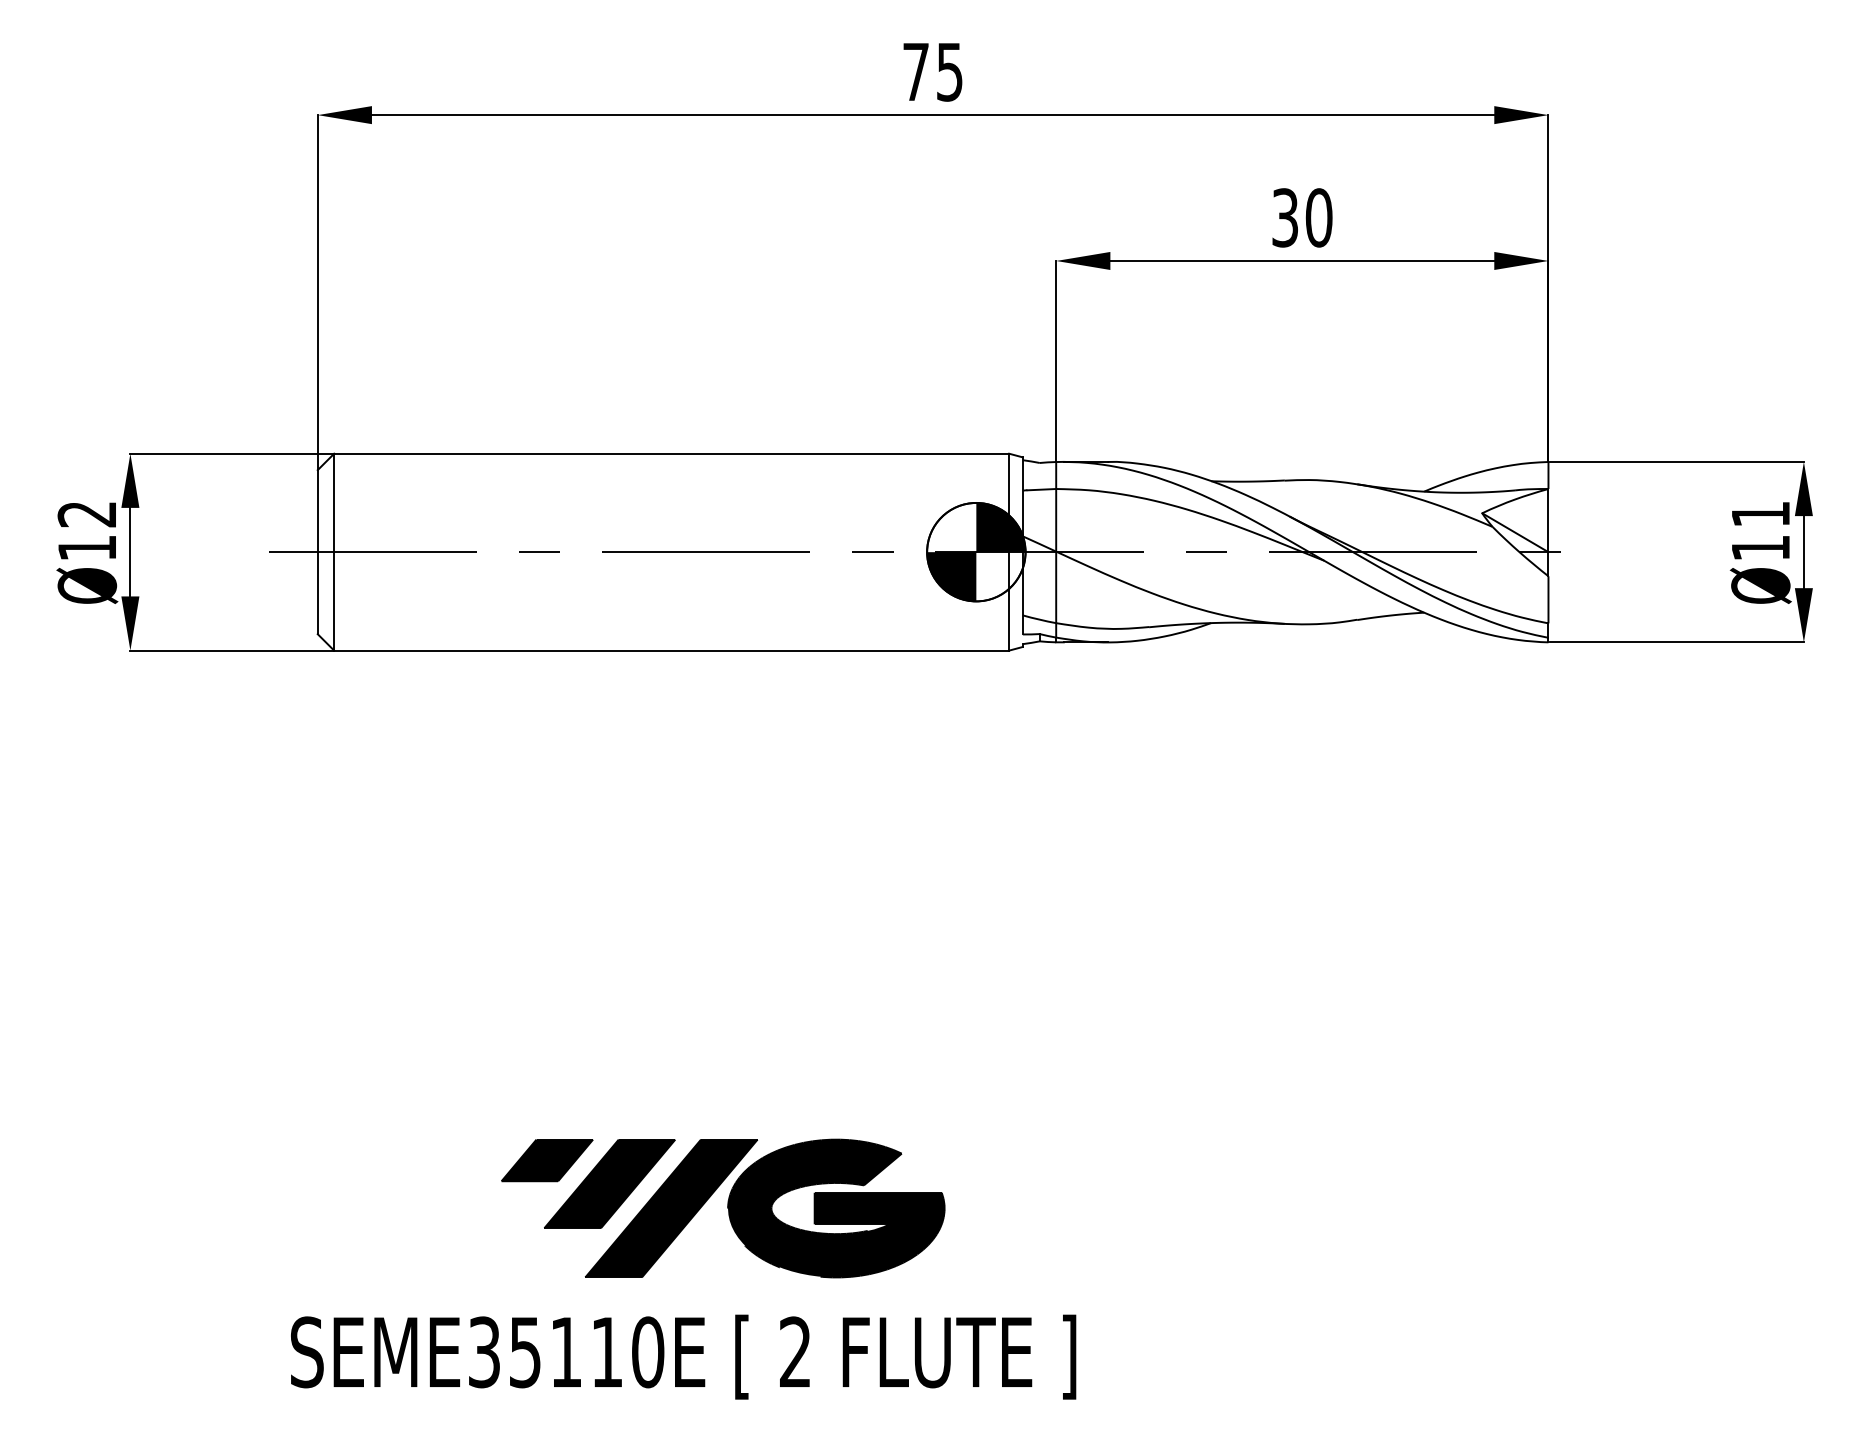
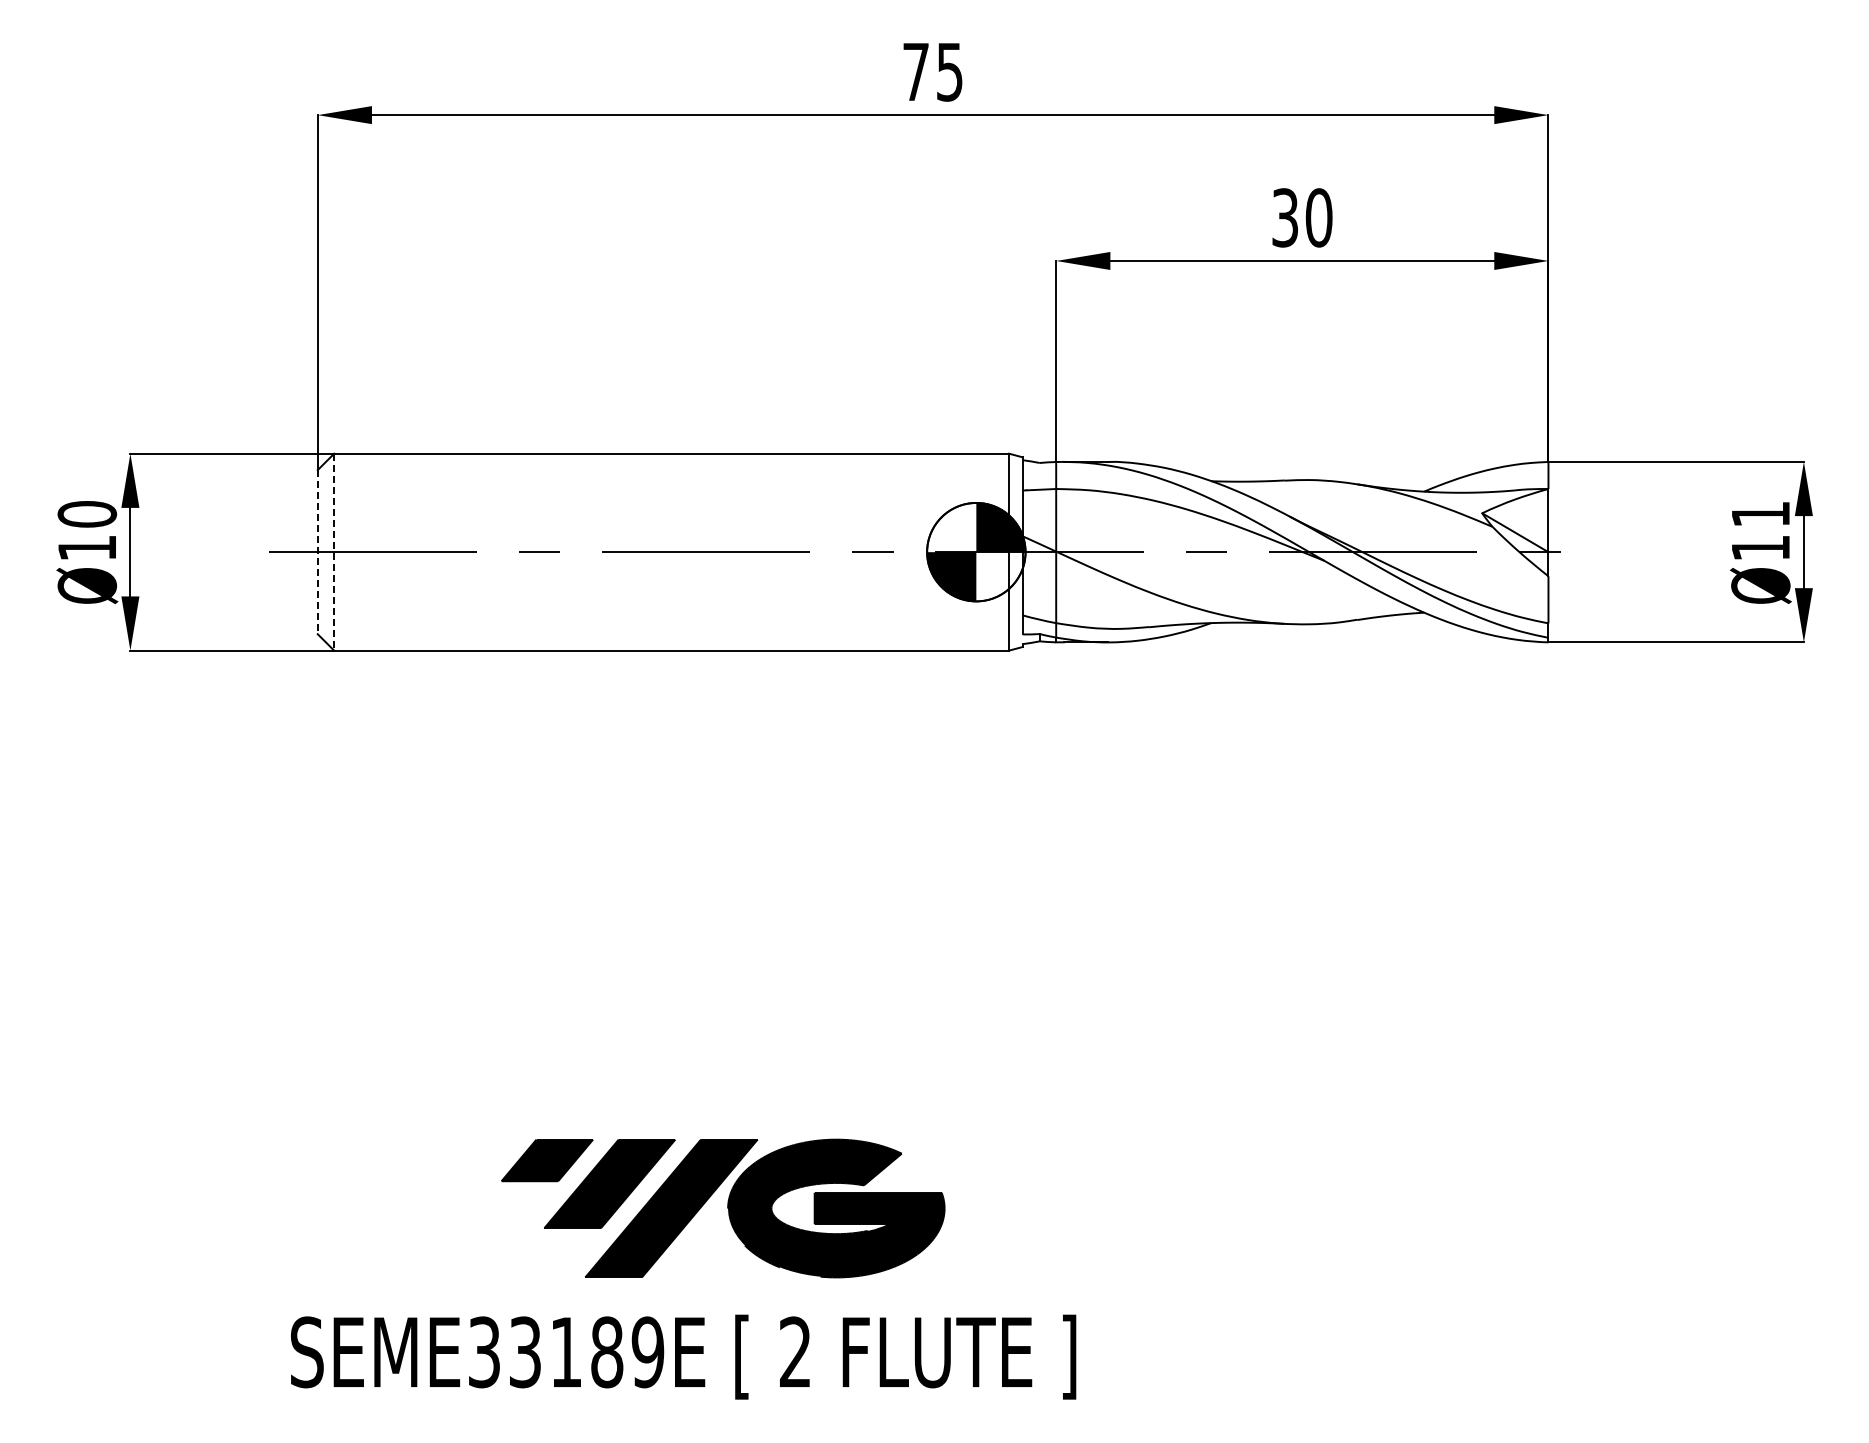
text at (87, 514): Ø12 -> Ø10
line at (317, 552): solid -> dashed
line at (334, 552): solid -> dashed
text at (587, 1352): SEME35110E -> SEME33189E
